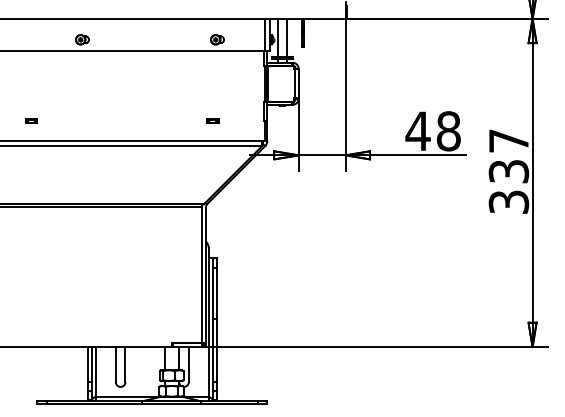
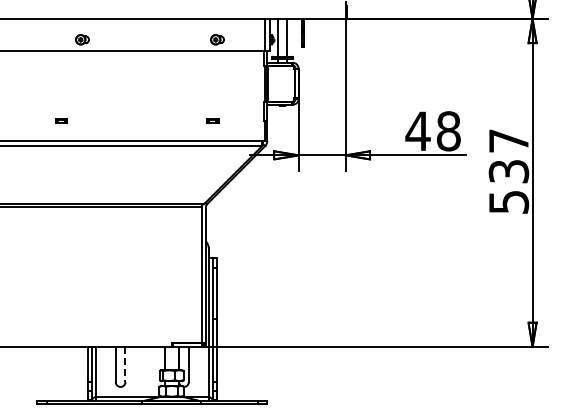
part at (31, 120) position: (31, 120) -> (61, 120)
text at (508, 201): 337 -> 537
line at (125, 364): solid -> dashed
